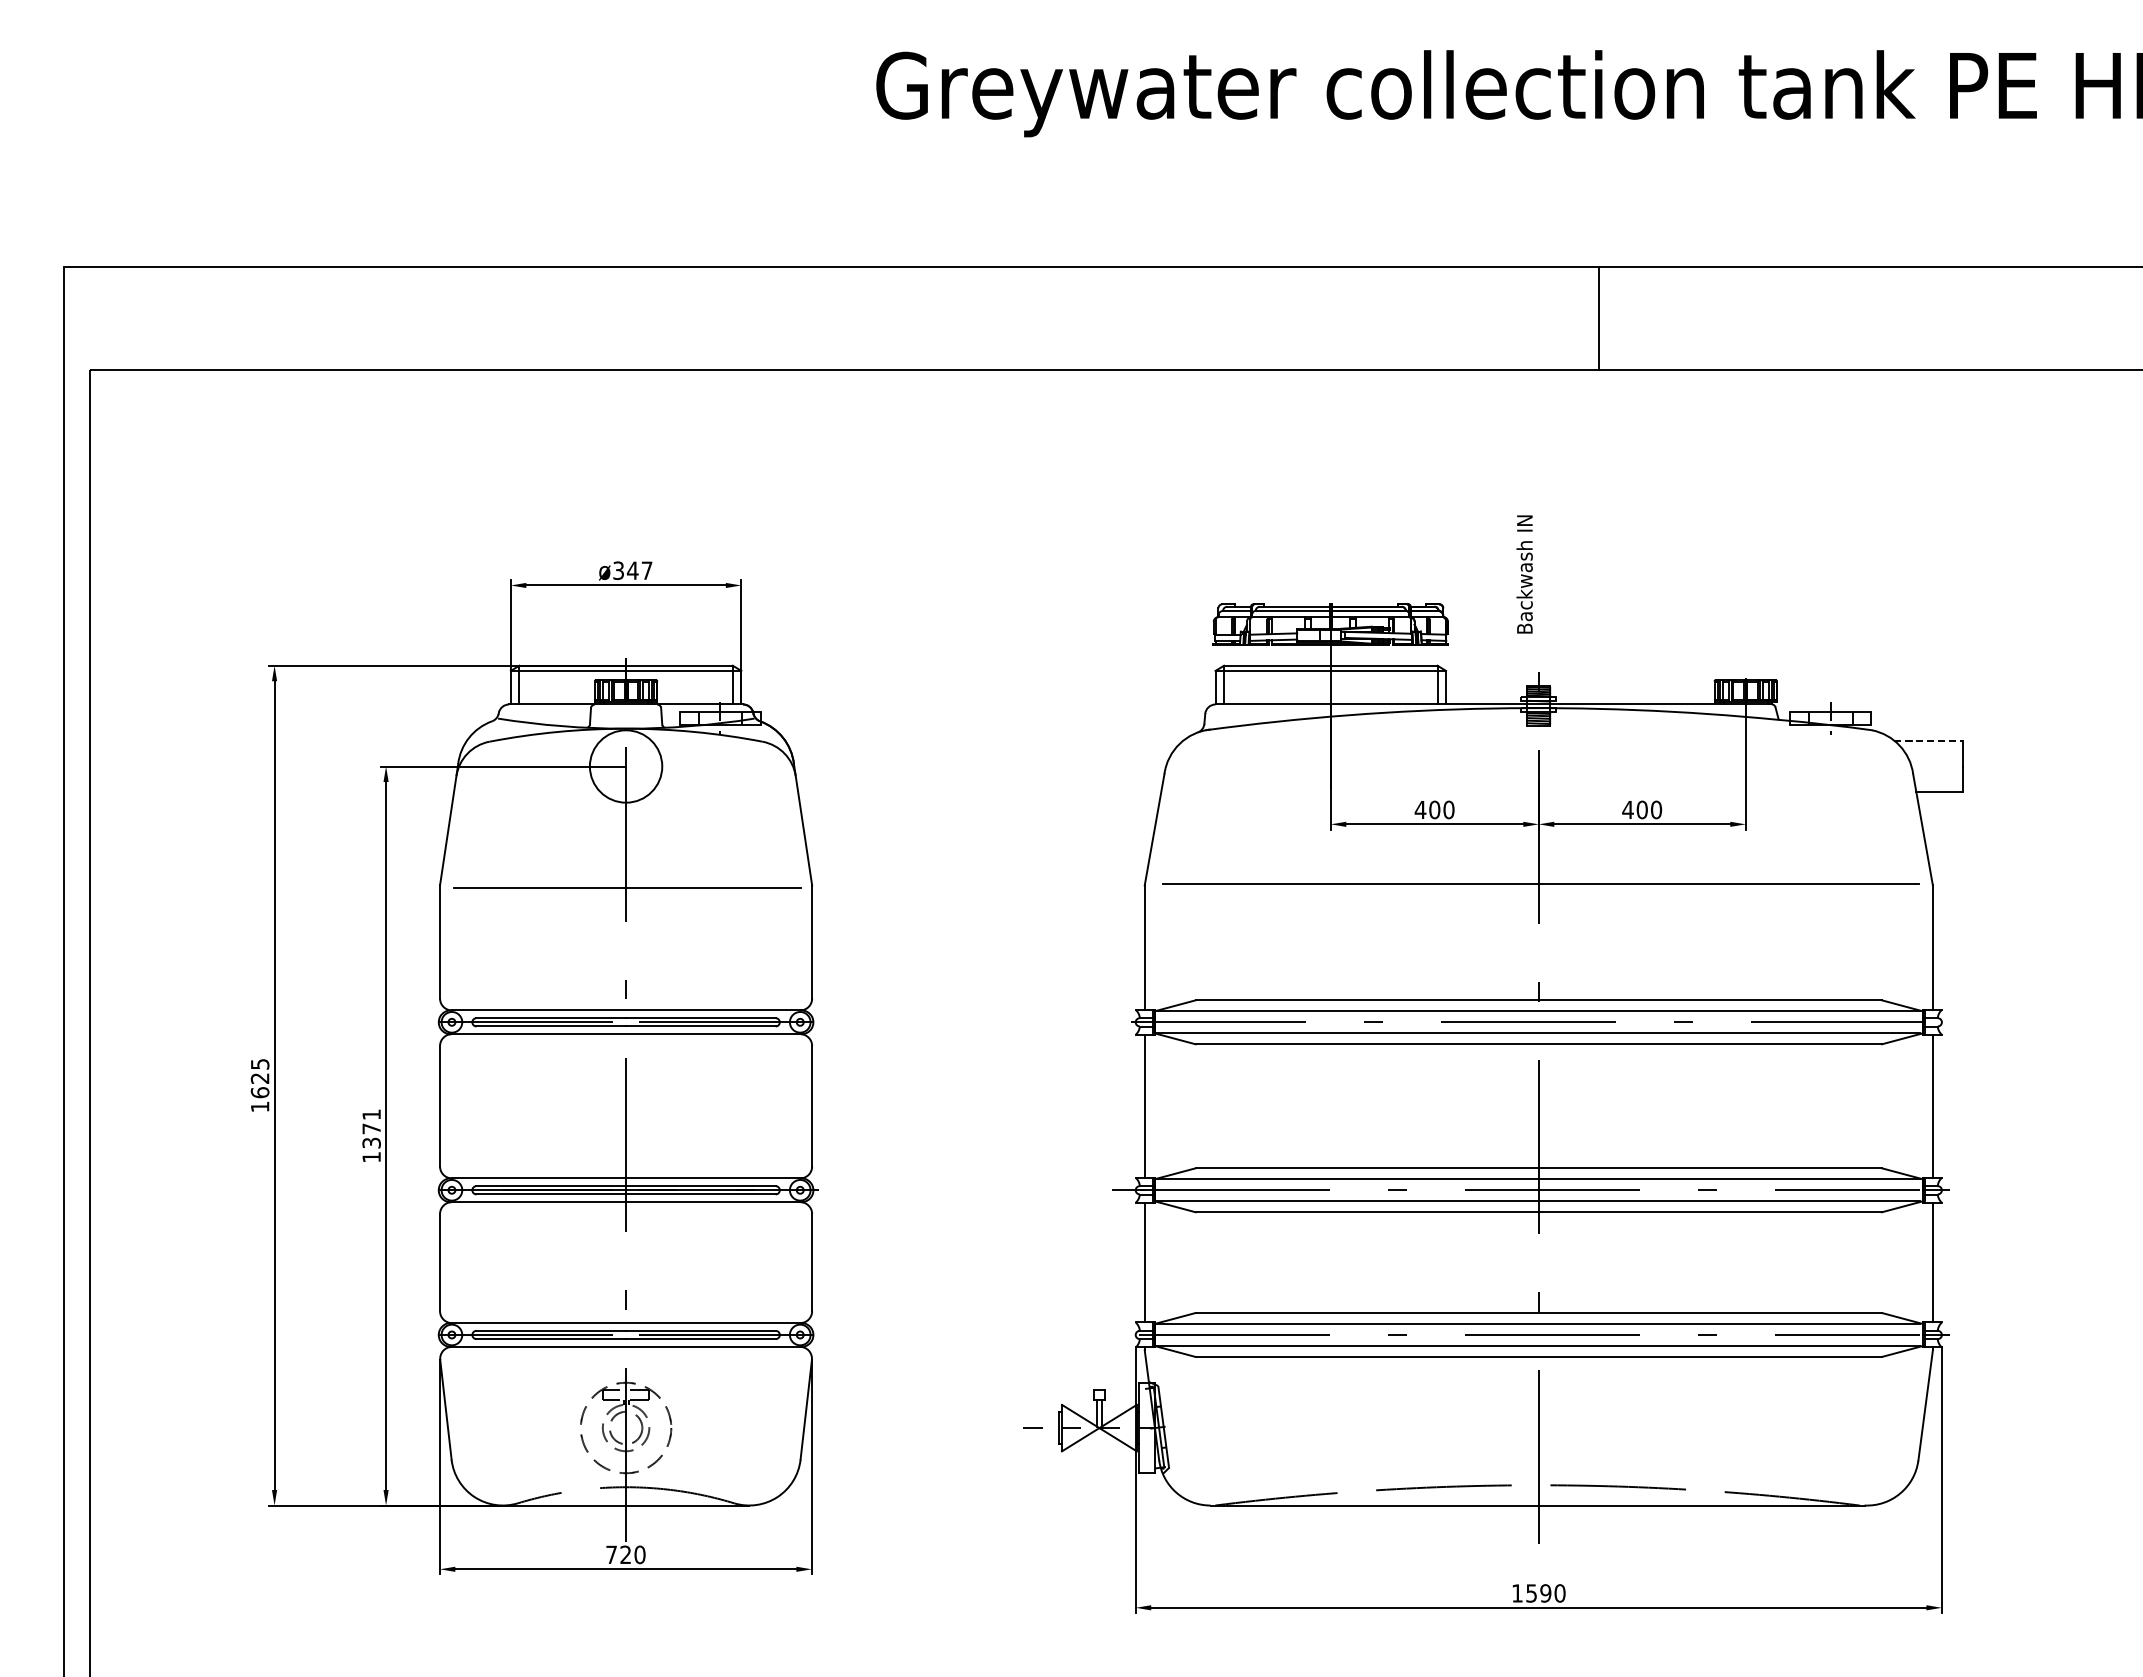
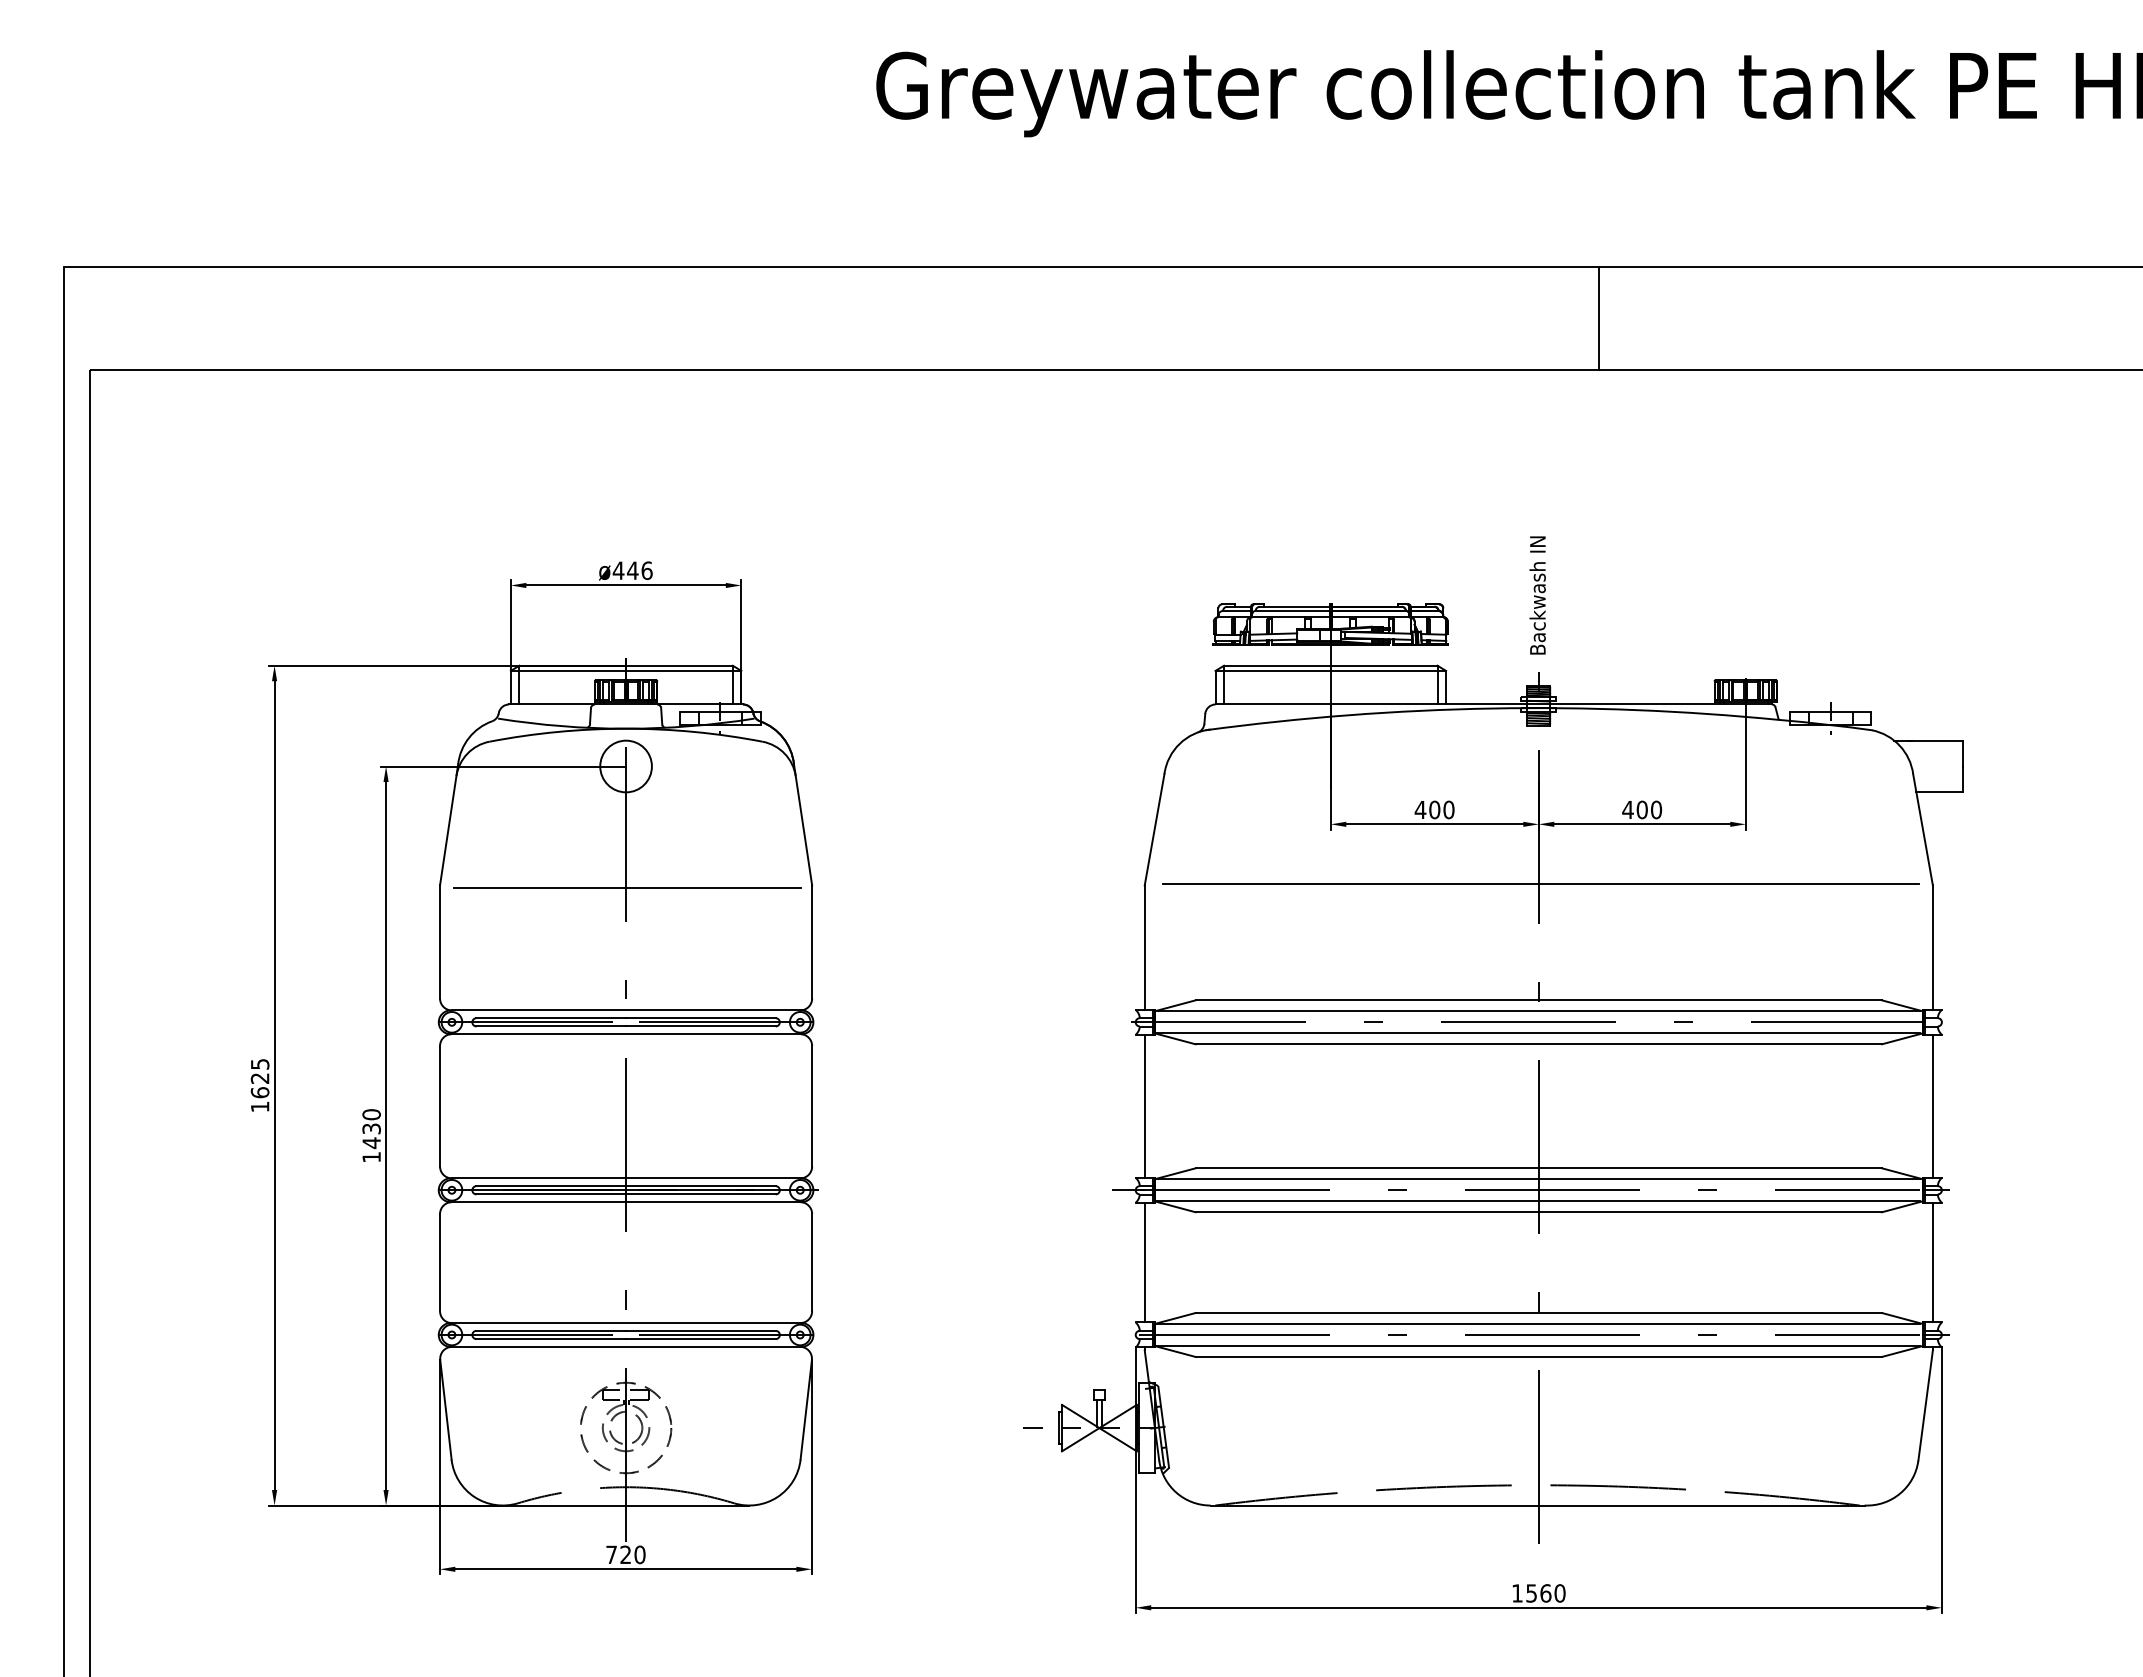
text at (632, 570): ø347 -> ø446
text at (1524, 574) position: (1524, 574) -> (1537, 595)
line at (1929, 740): dashed -> solid
circle at (625, 766) diameter: 72 px -> 52 px
text at (371, 1129): 1371 -> 1430
text at (1545, 1593): 1590 -> 1560
